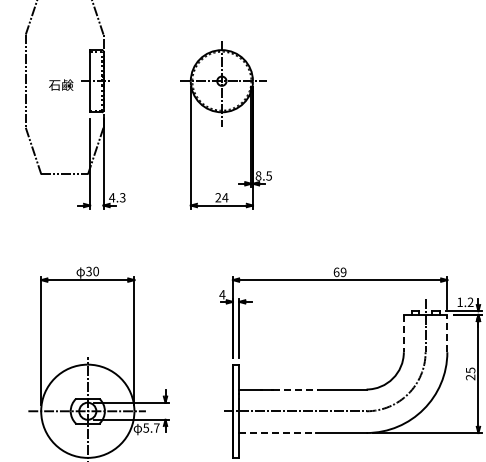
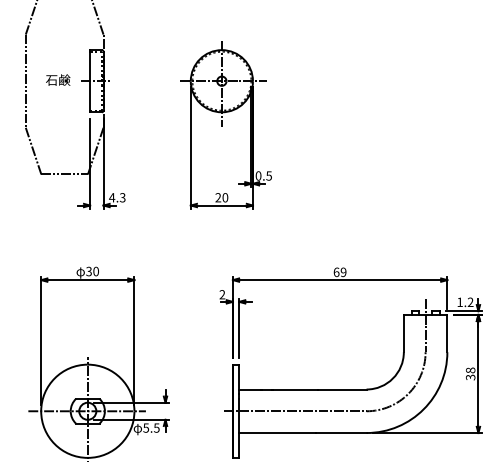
text at (61, 84) position: (61, 84) -> (58, 79)
text at (258, 176): 8.5 -> 0.5
text at (225, 197): 24 -> 20
text at (222, 294): 4 -> 2
line at (403, 333): dashed -> solid
line at (447, 333): dashed -> solid
text at (470, 373): 25 -> 38
line at (296, 389): dashed -> solid
text at (156, 427): 5.7 -> 5.5
line at (278, 433): dashed -> solid
